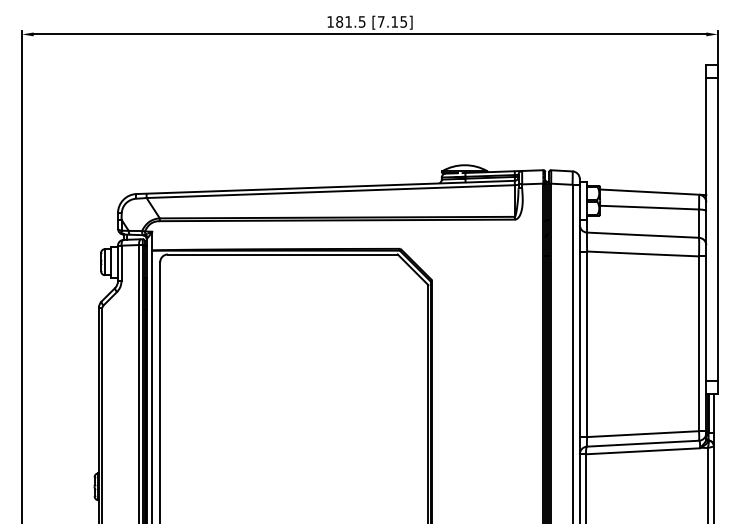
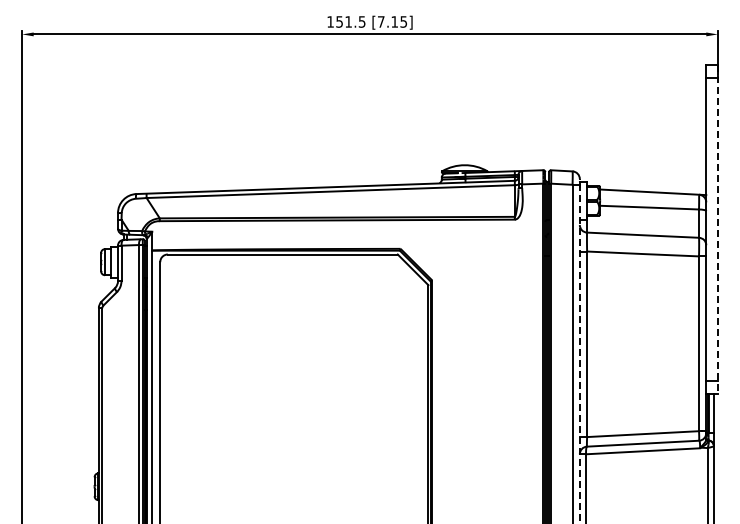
text at (339, 21): 181.5 -> 151.5
line at (717, 229): solid -> dashed
line at (579, 350): solid -> dashed
